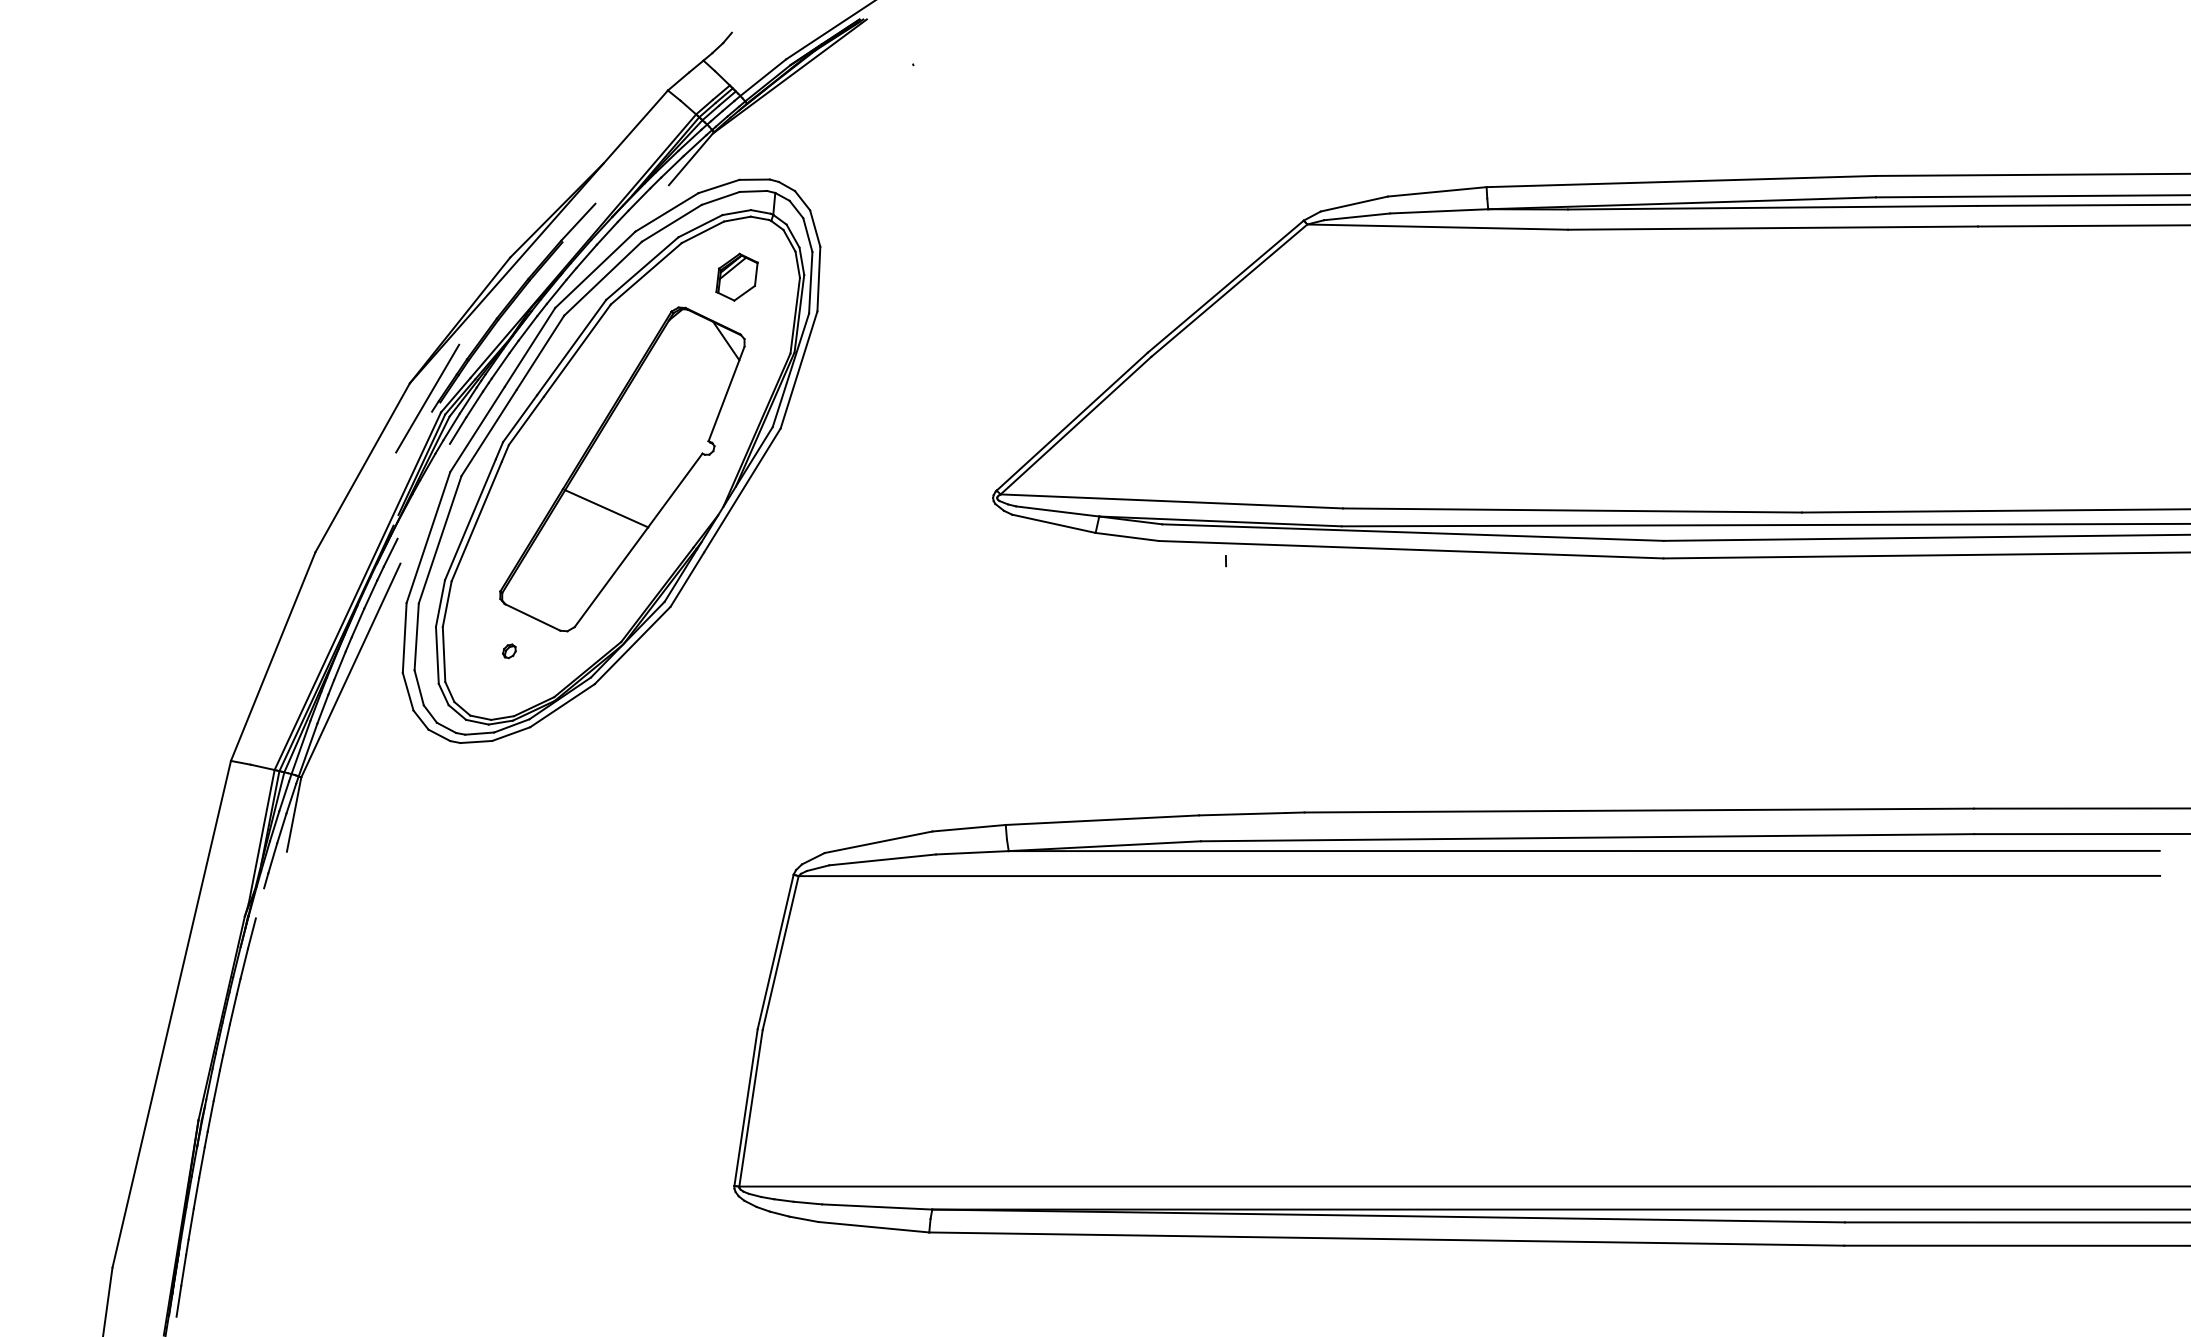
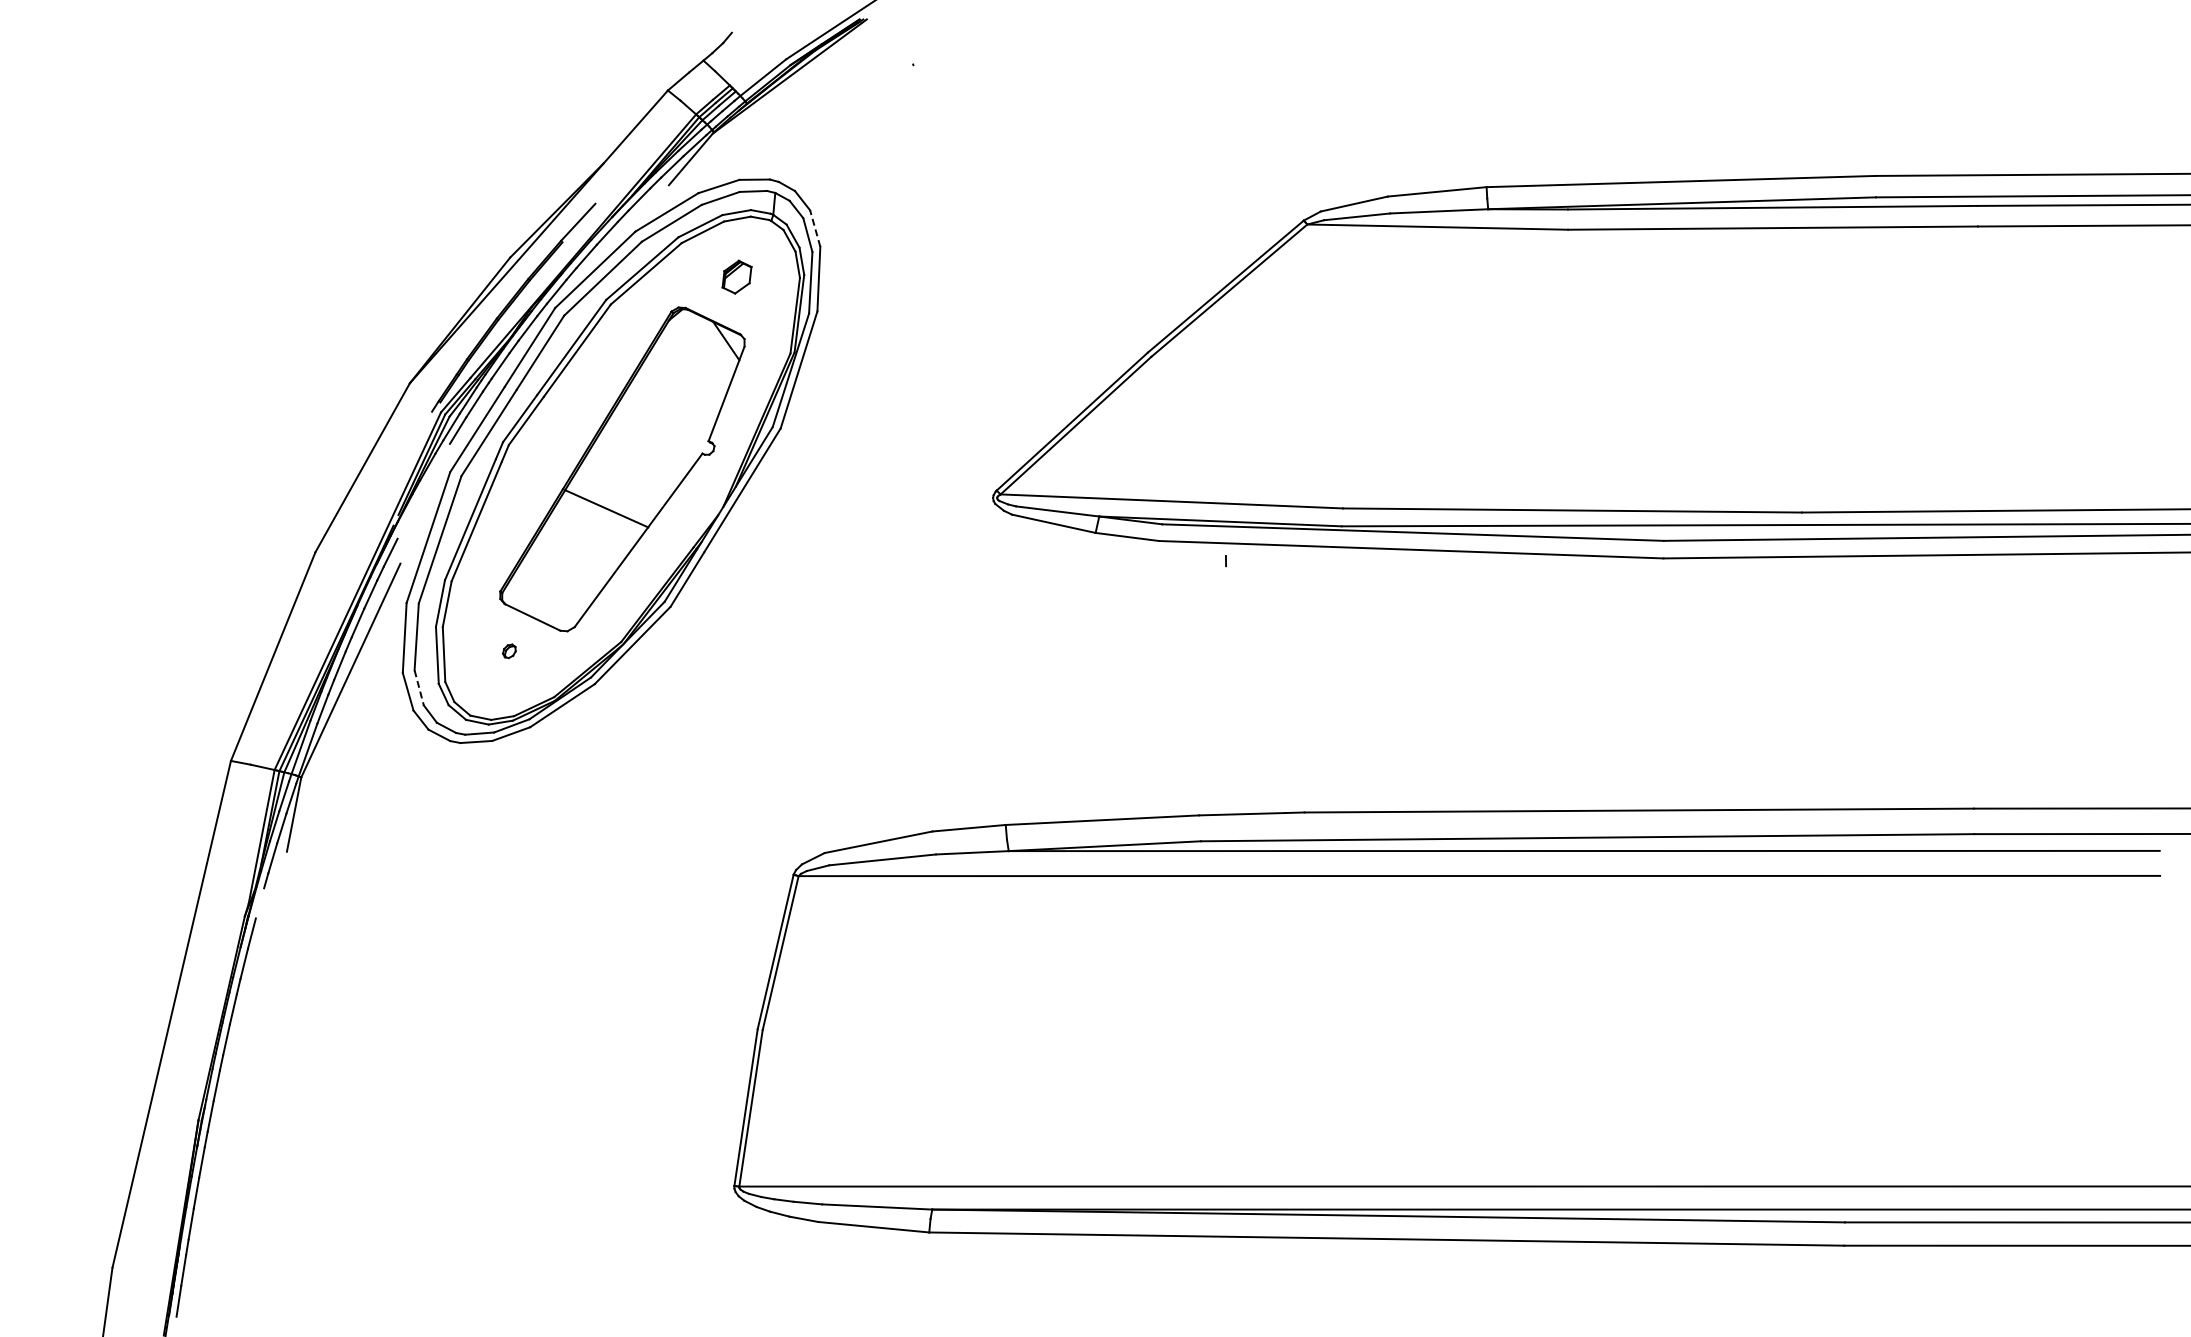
line at (815, 228): solid -> dashed
part at (736, 276) size: 44x50 px -> 32x36 px
line at (427, 398): present -> none
line at (419, 688): solid -> dashed
